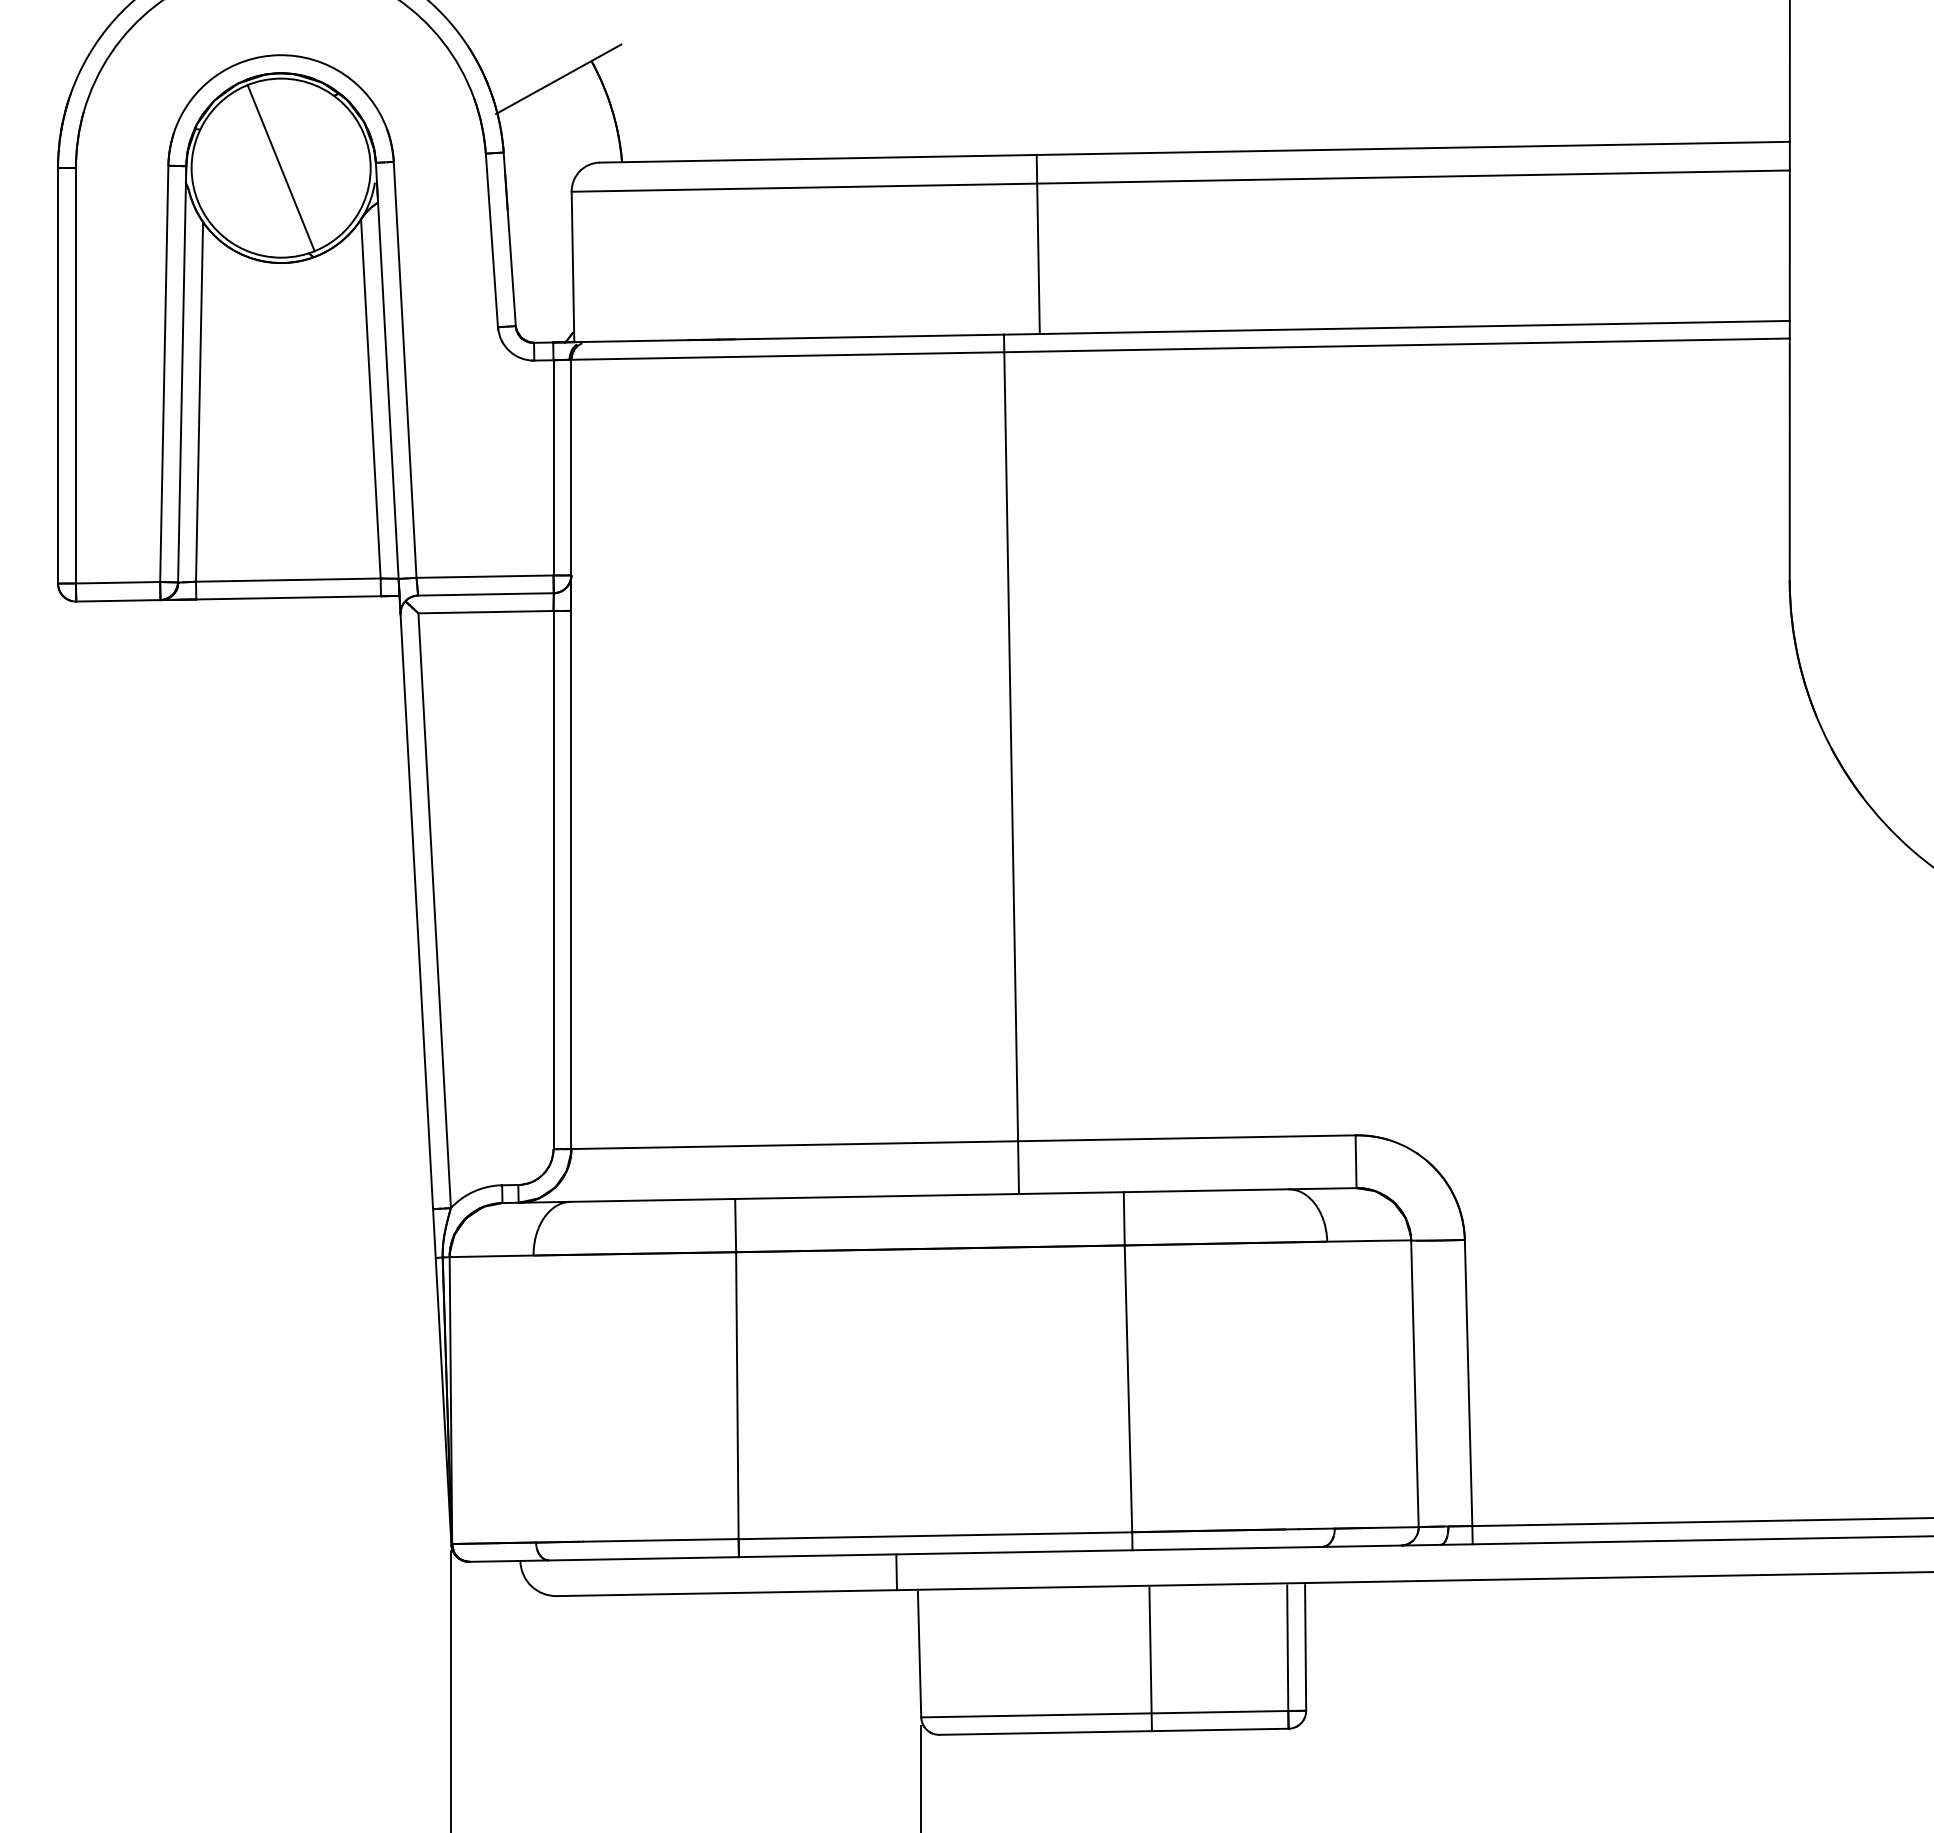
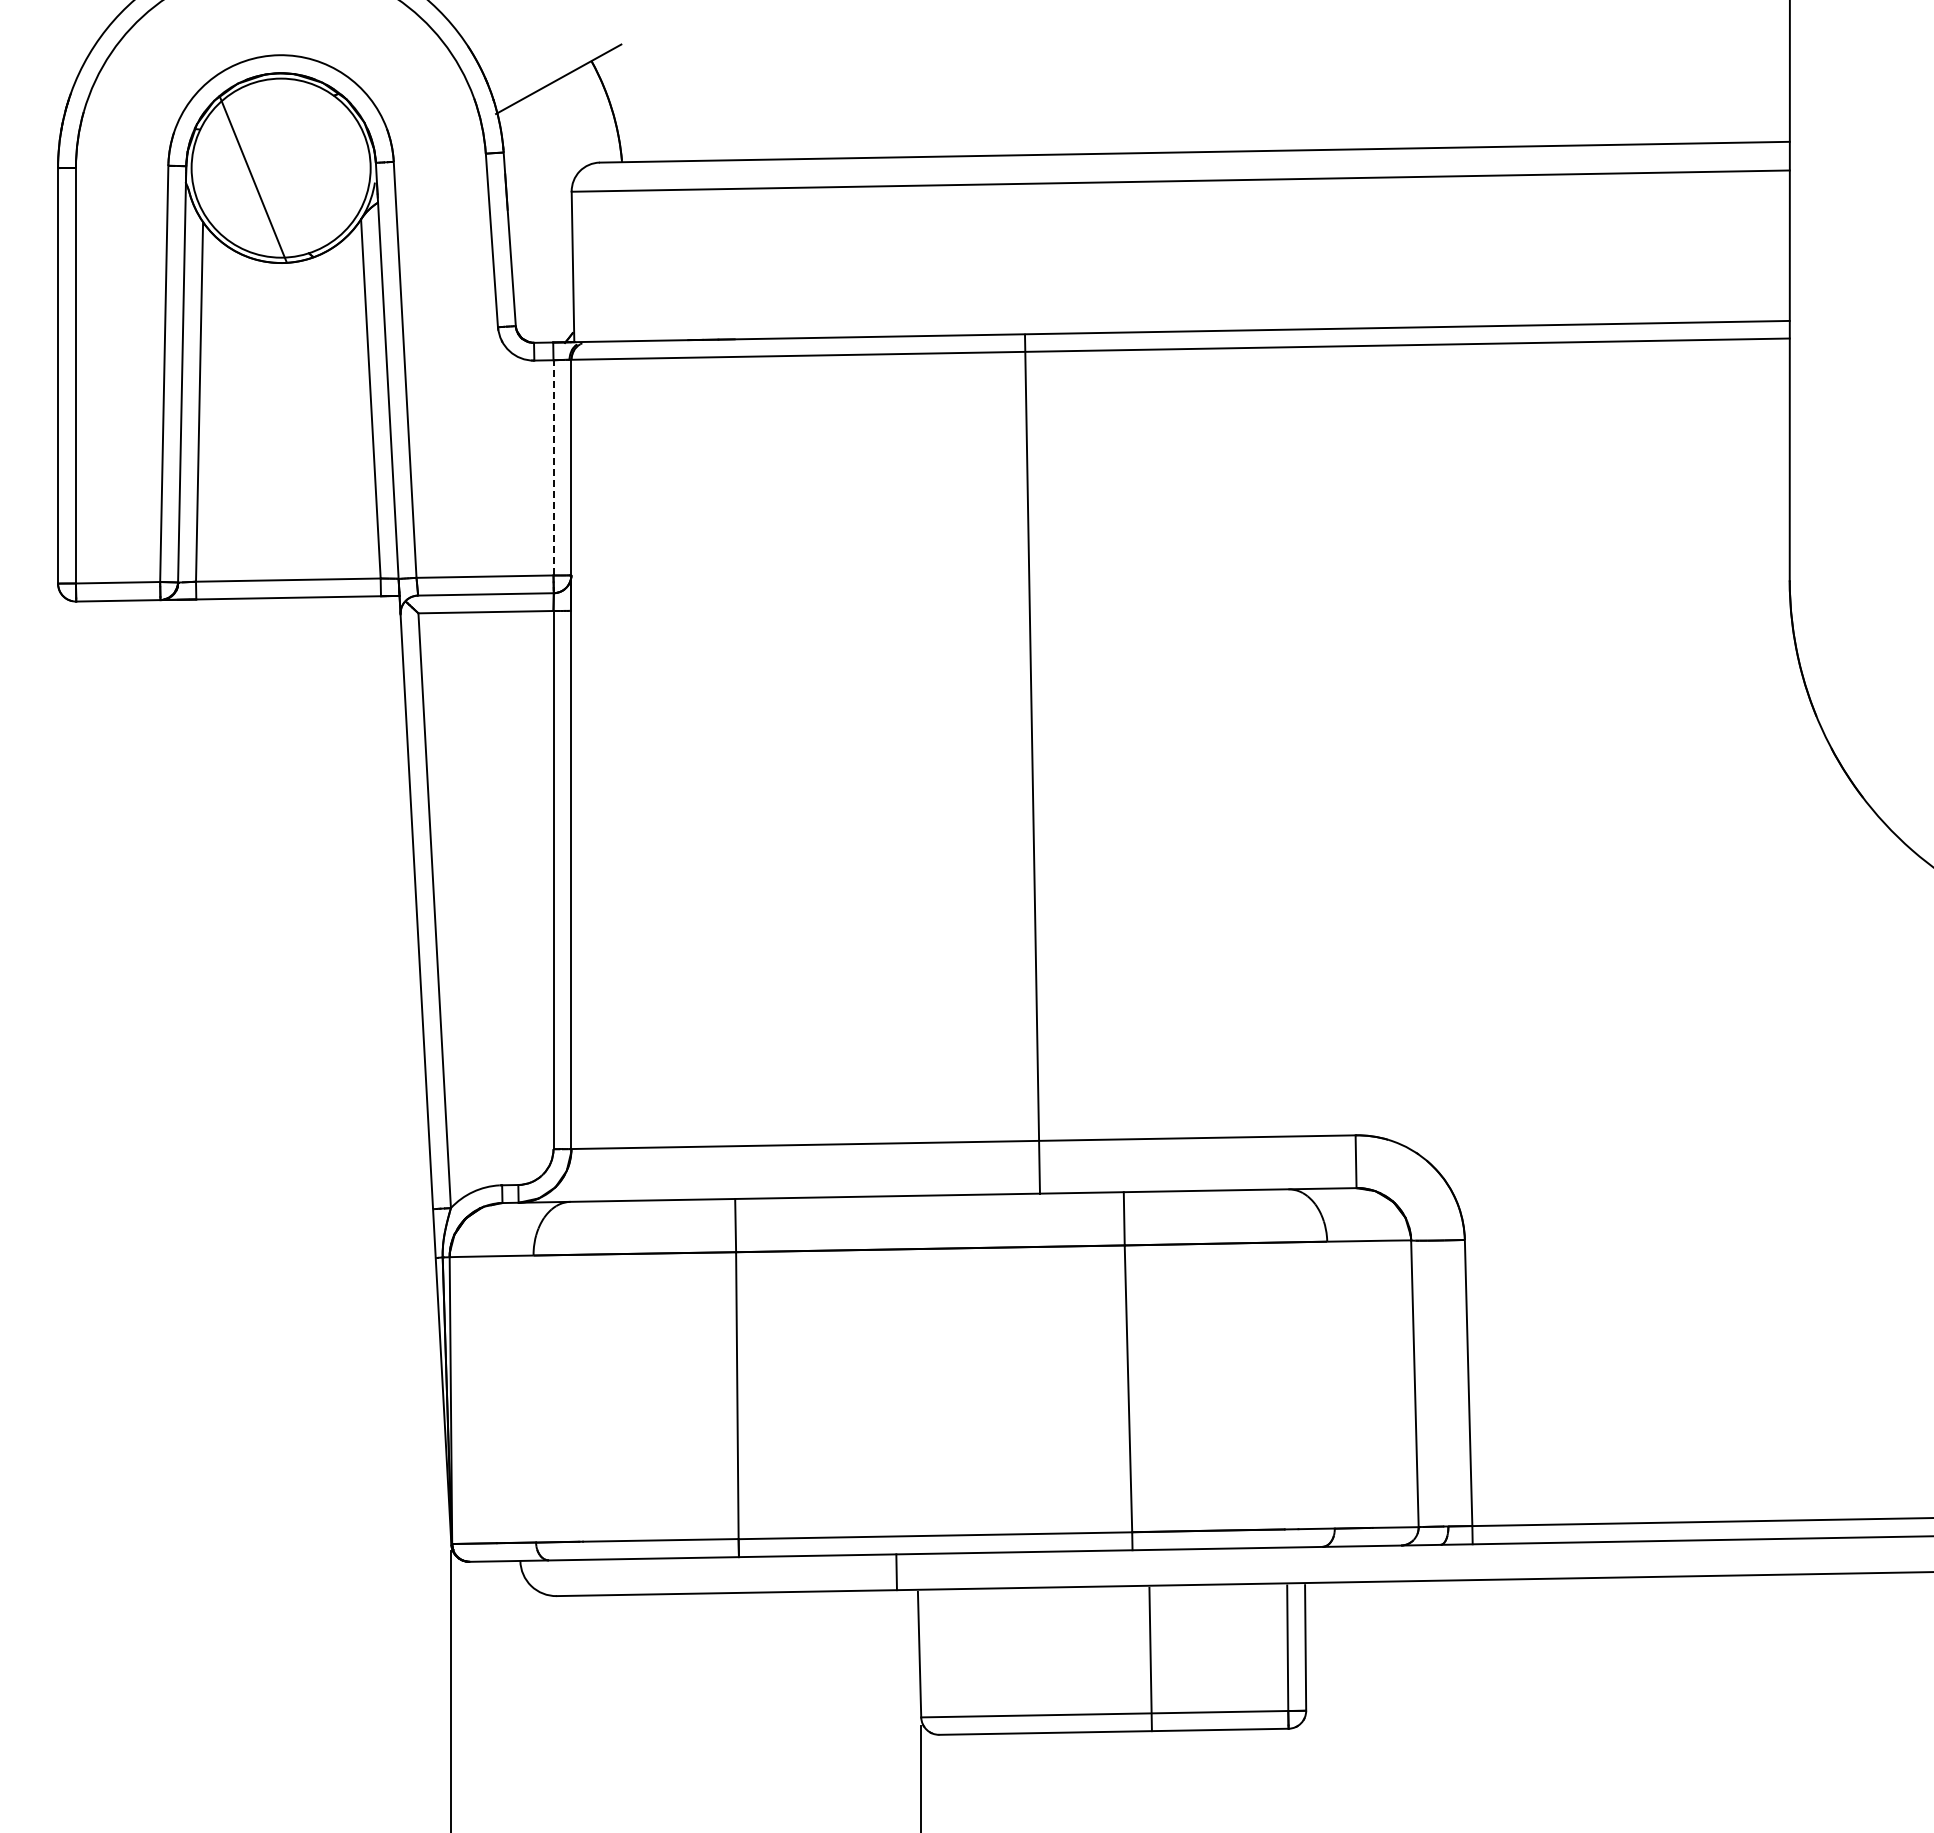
line at (280, 168) position: (280, 168) -> (252, 179)
line at (1037, 244): present -> none
line at (553, 467): solid -> dashed
line at (1011, 764) position: (1011, 764) -> (1032, 764)
